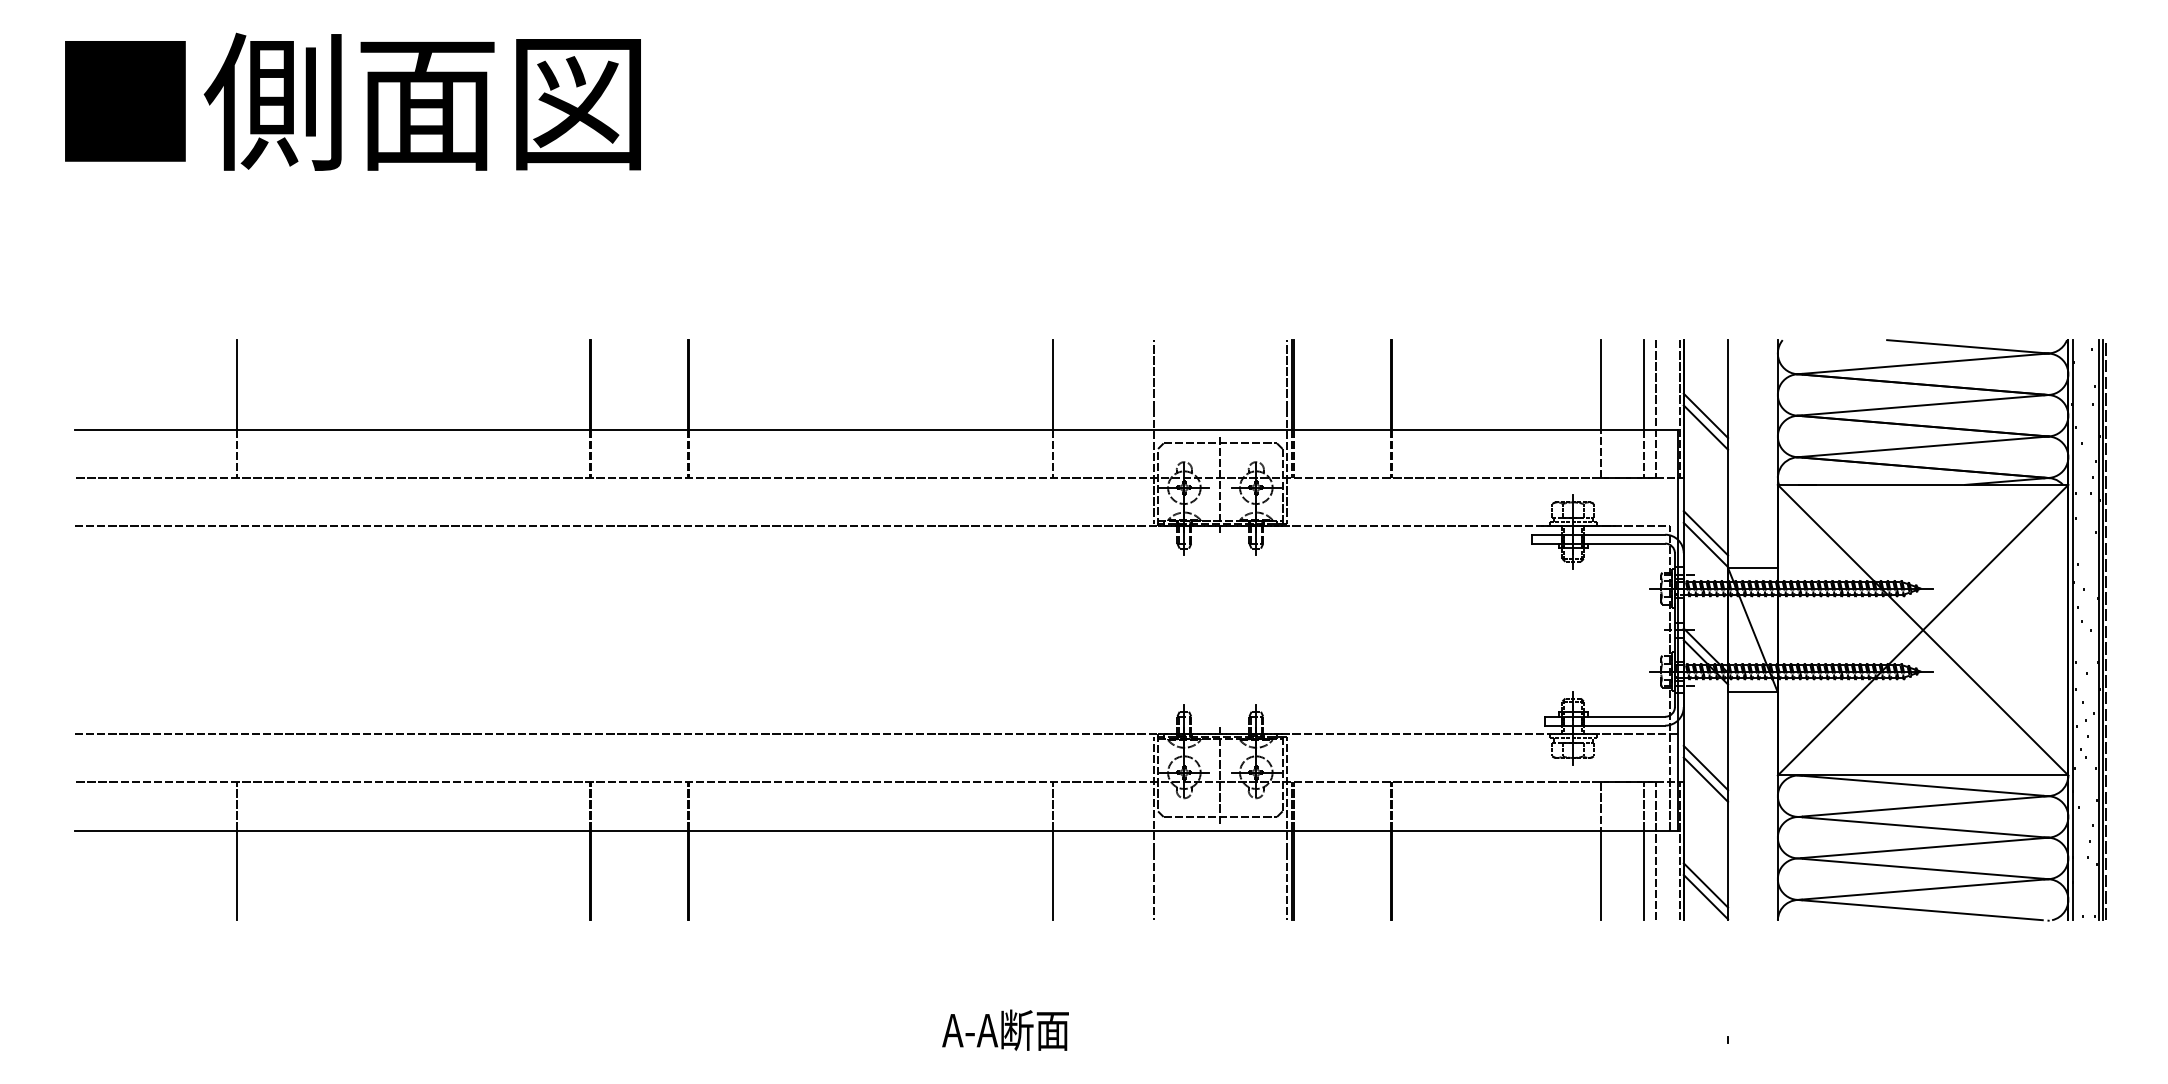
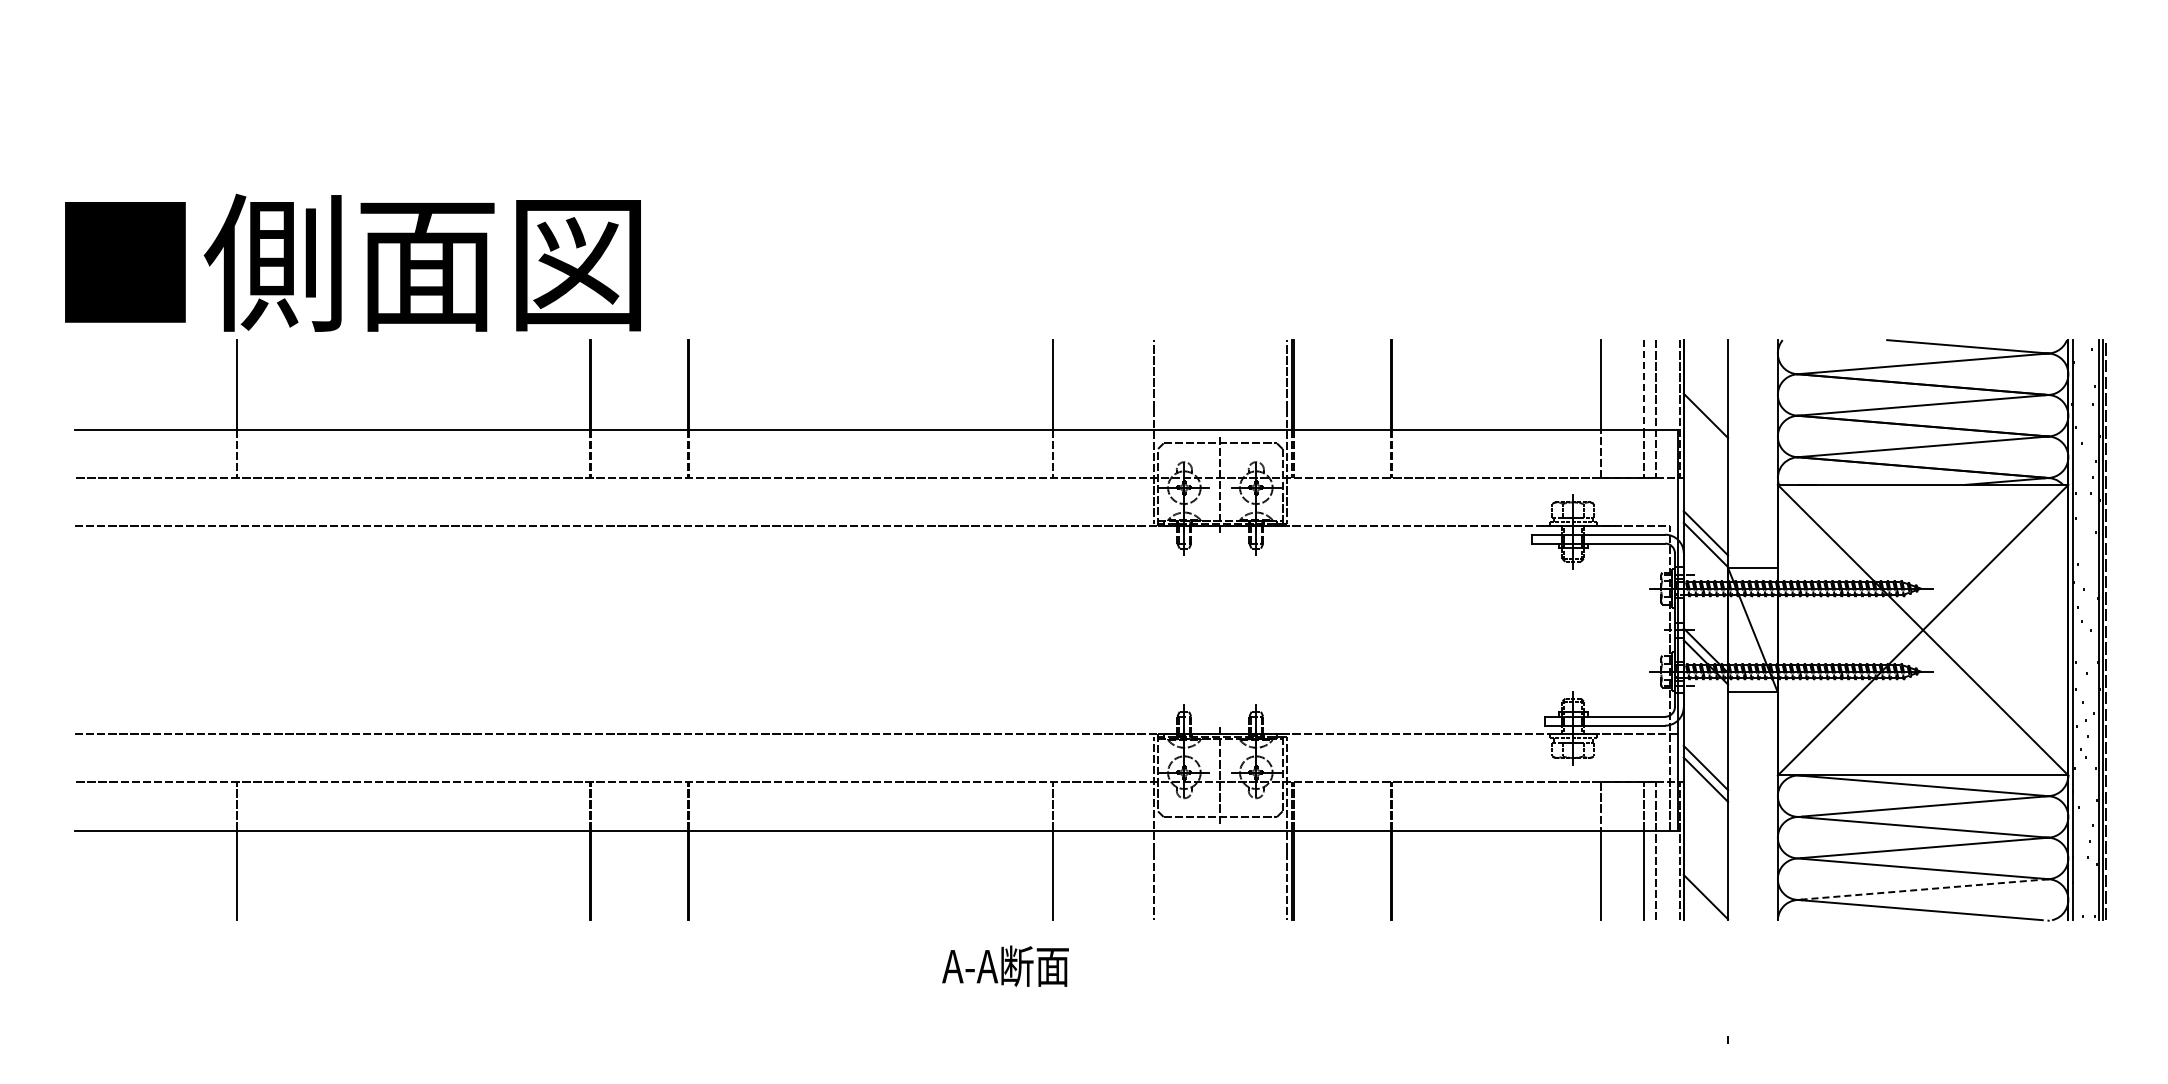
text at (352, 101) position: (352, 101) -> (352, 262)
line at (1643, 384): solid -> dashed
line at (1705, 427): present -> none
line at (1705, 885): present -> none
line at (1922, 889): solid -> dashed
text at (1005, 1029) position: (1005, 1029) -> (1005, 965)
